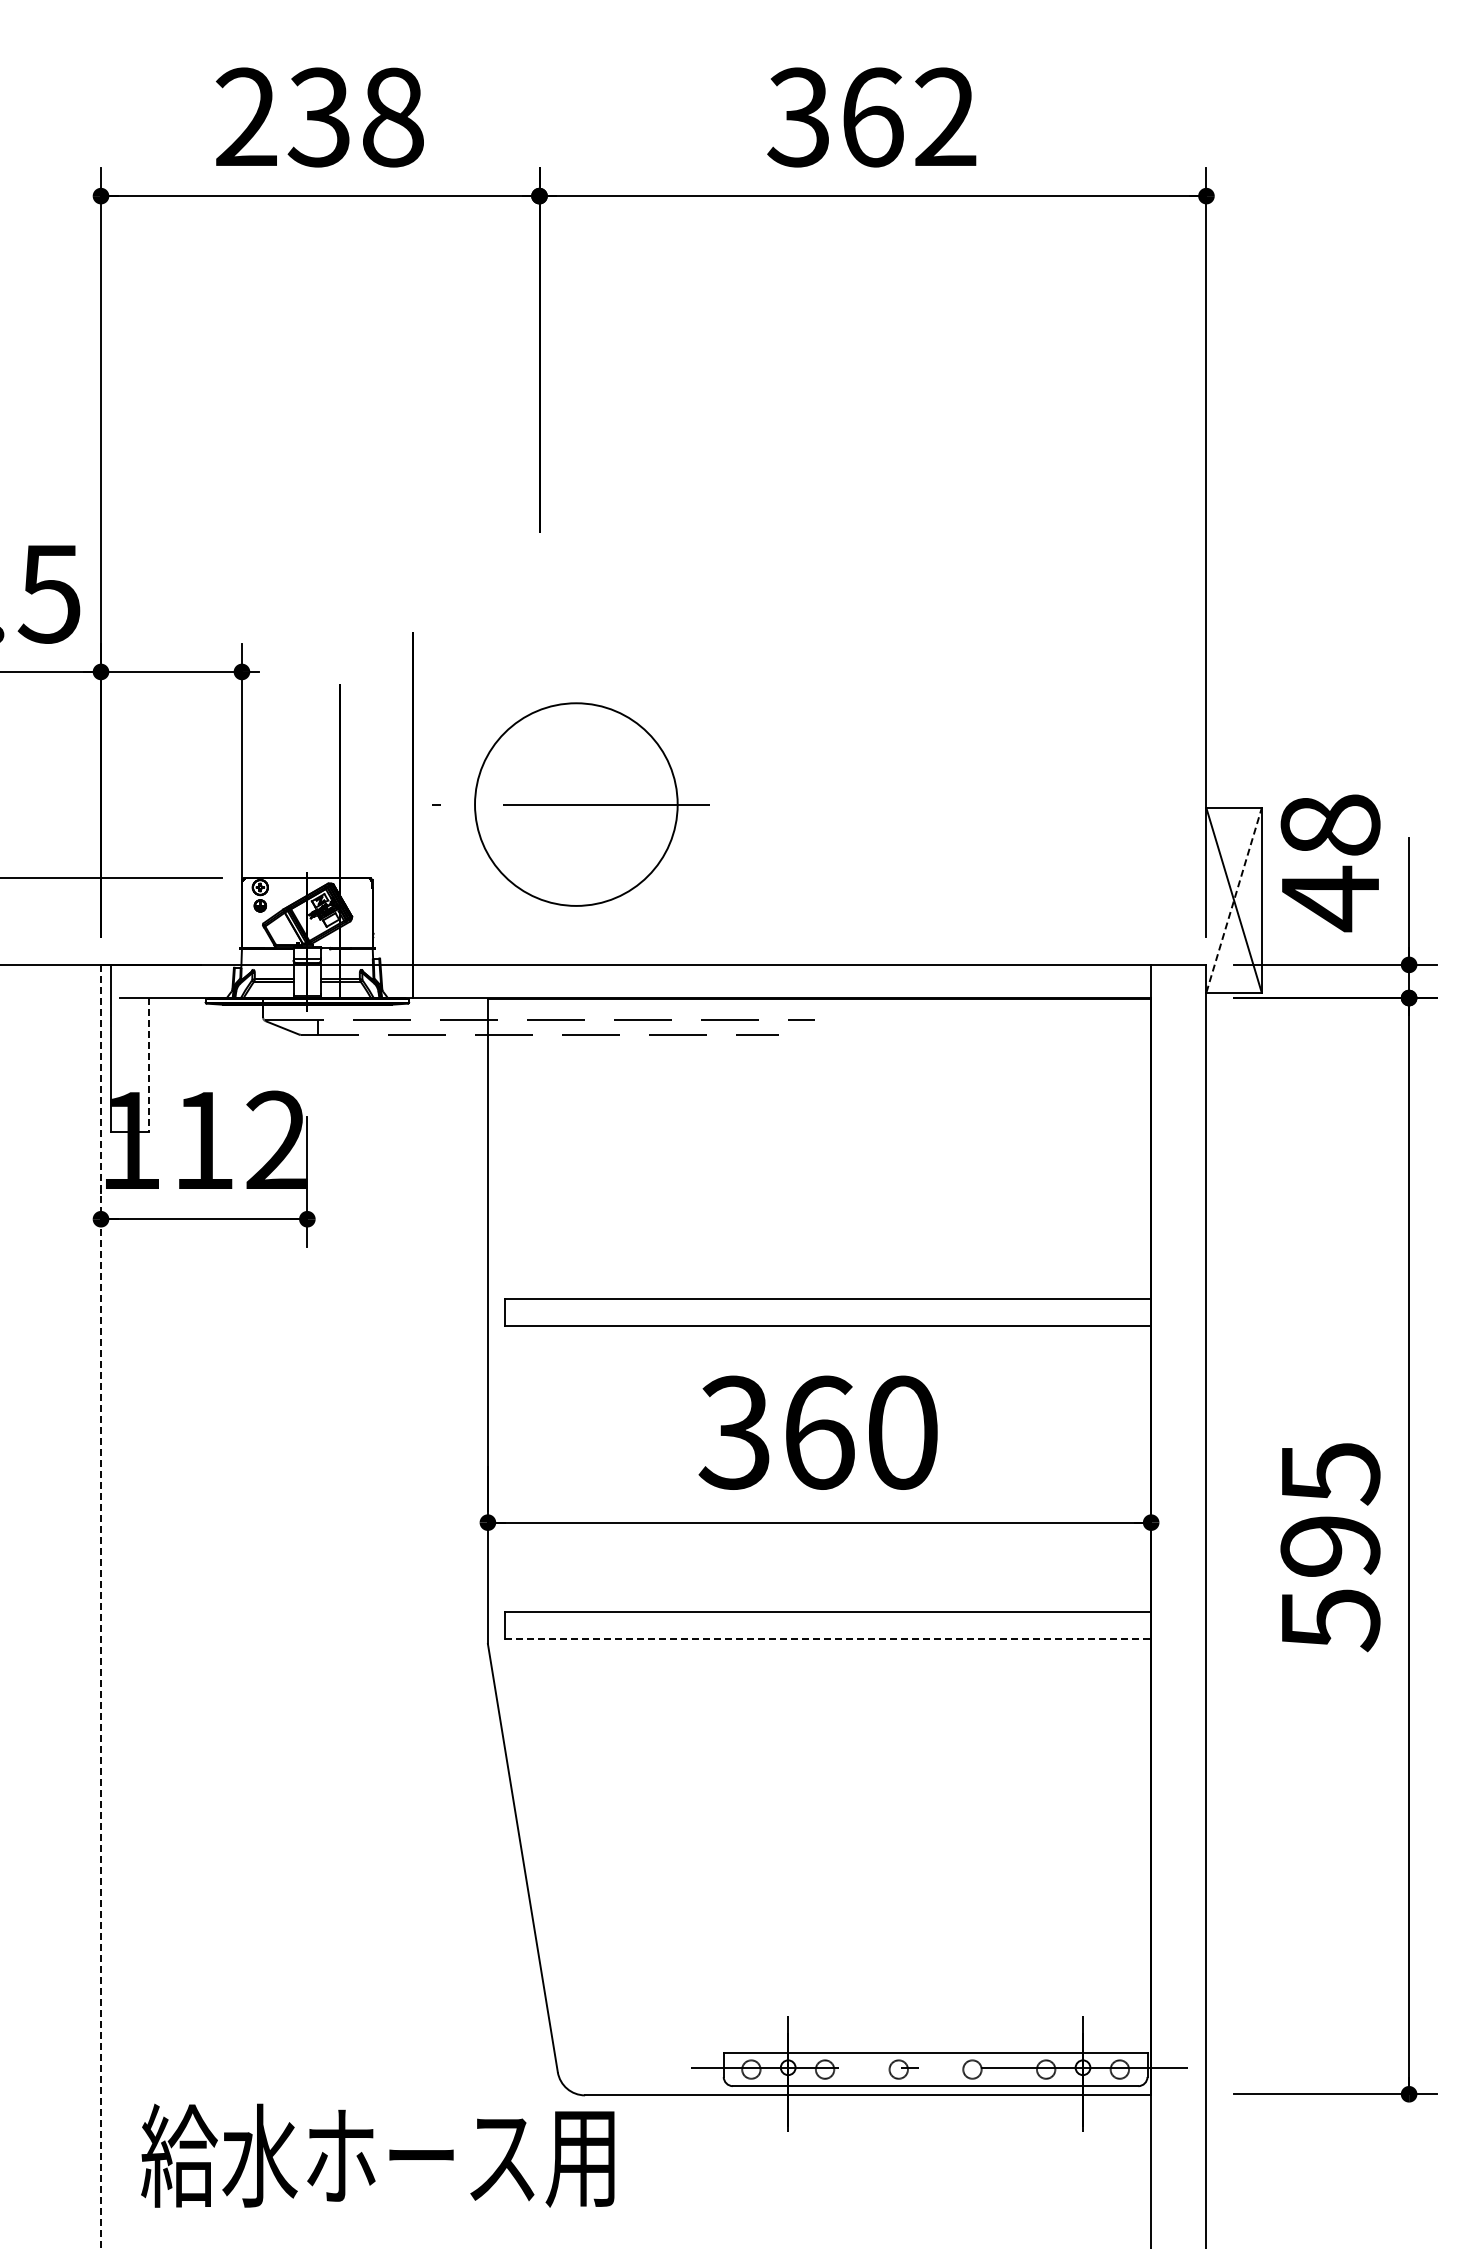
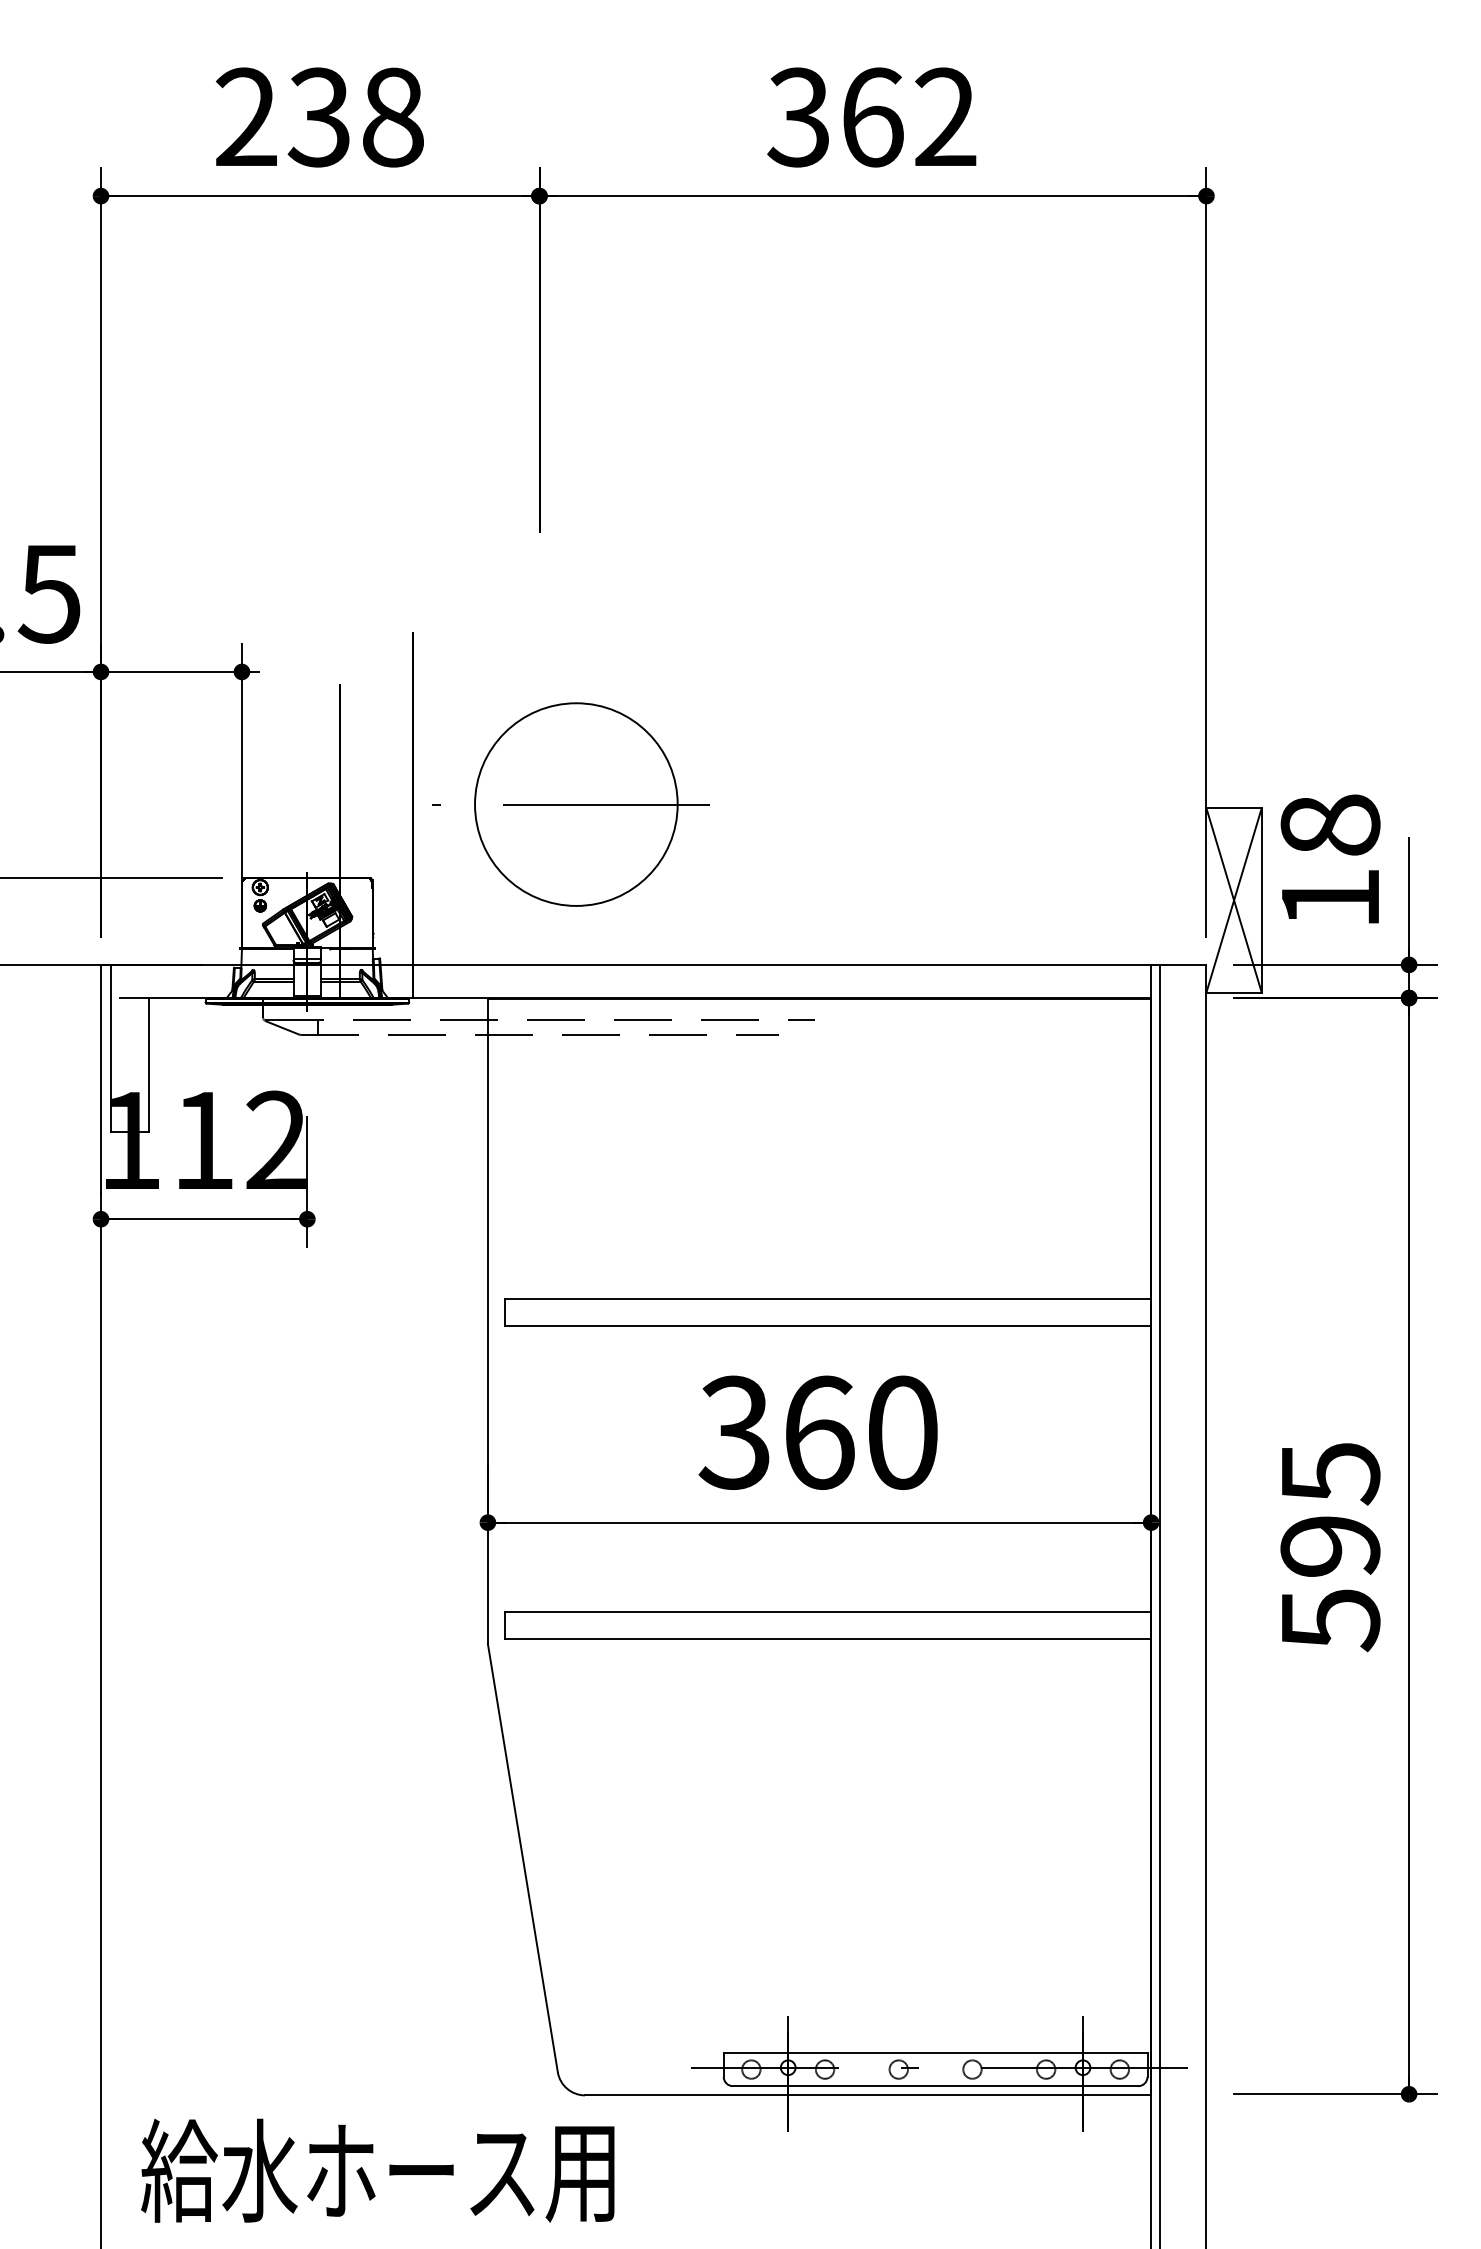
text at (1330, 898): 48 -> 18
line at (1234, 899): dashed -> solid
line at (148, 1064): dashed -> solid
line at (1160, 1604): none -> present
line at (101, 1606): dashed -> solid
line at (828, 1639): dashed -> solid
text at (377, 2155) position: (377, 2155) -> (377, 2170)
